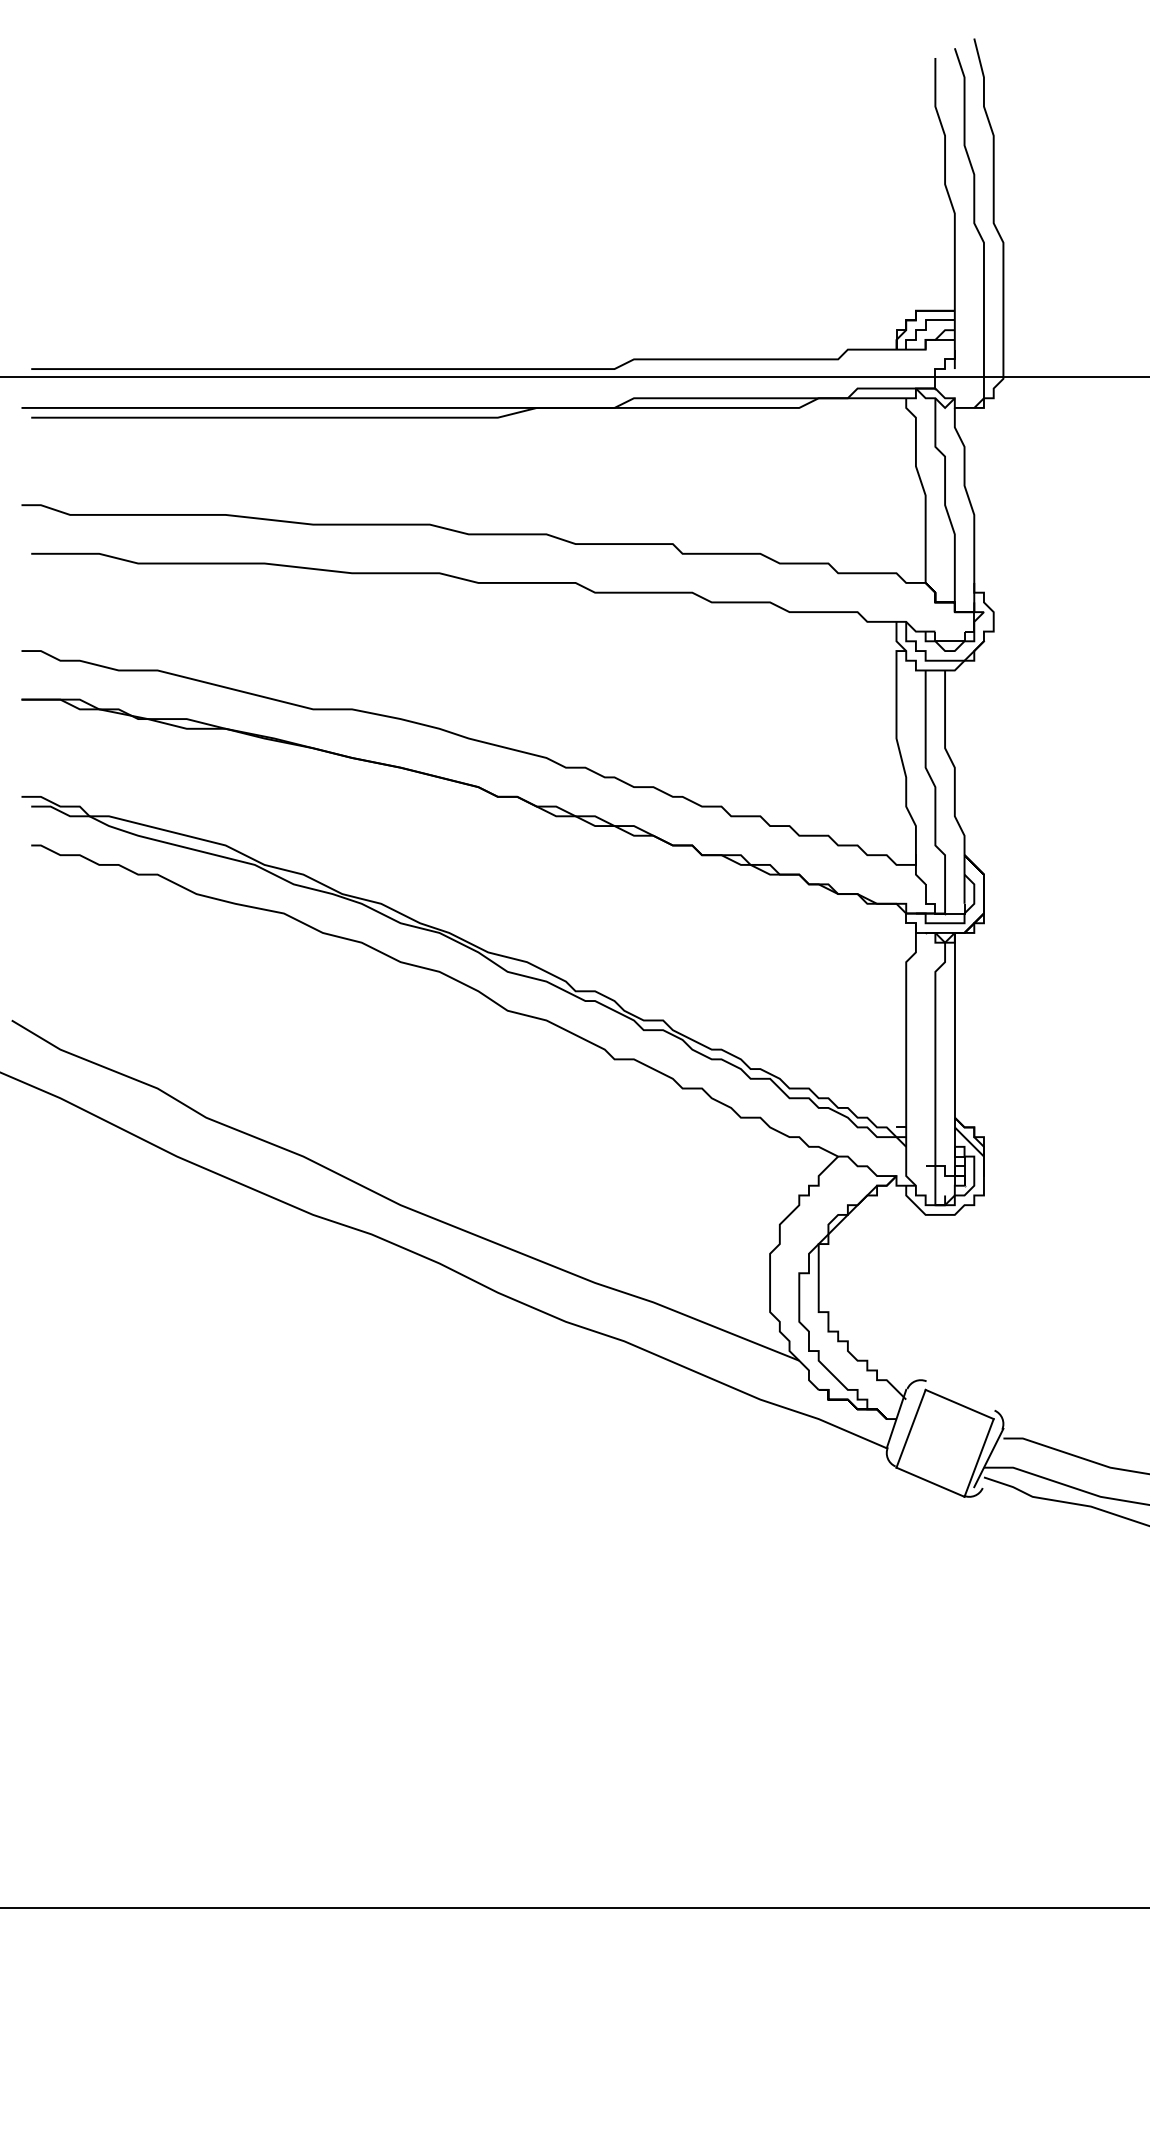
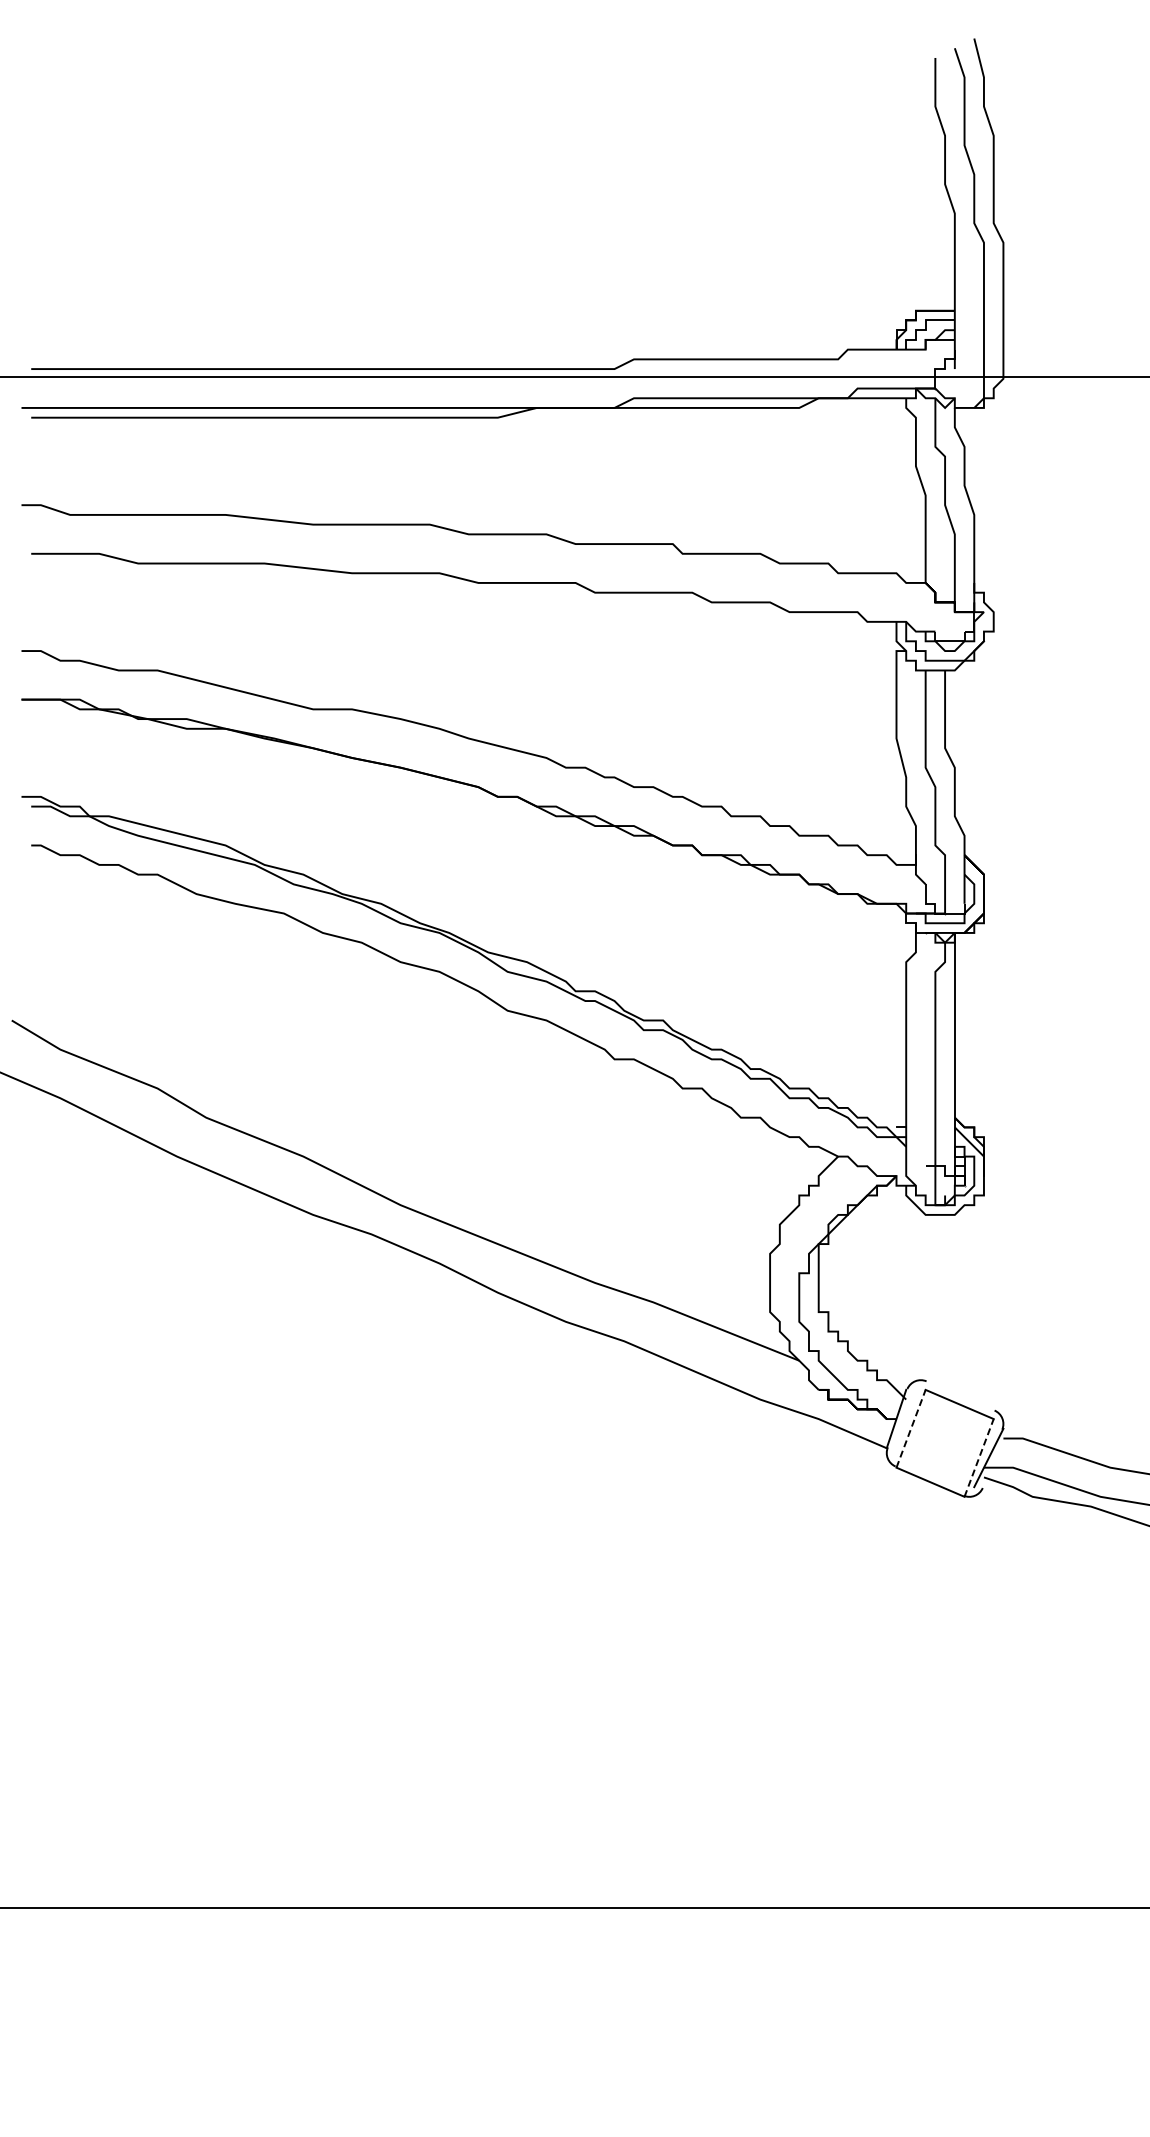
line at (911, 1428): solid -> dashed
line at (979, 1457): solid -> dashed
